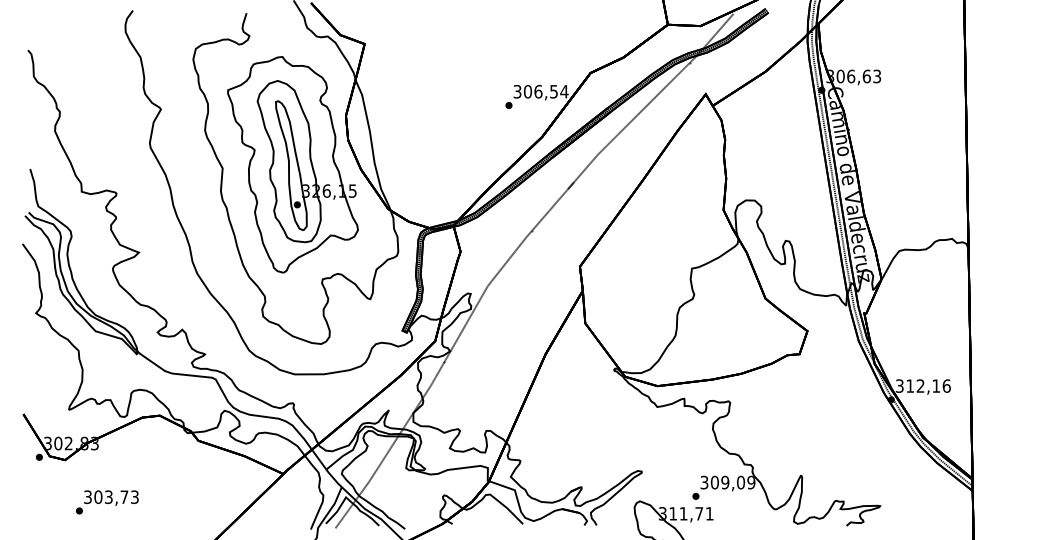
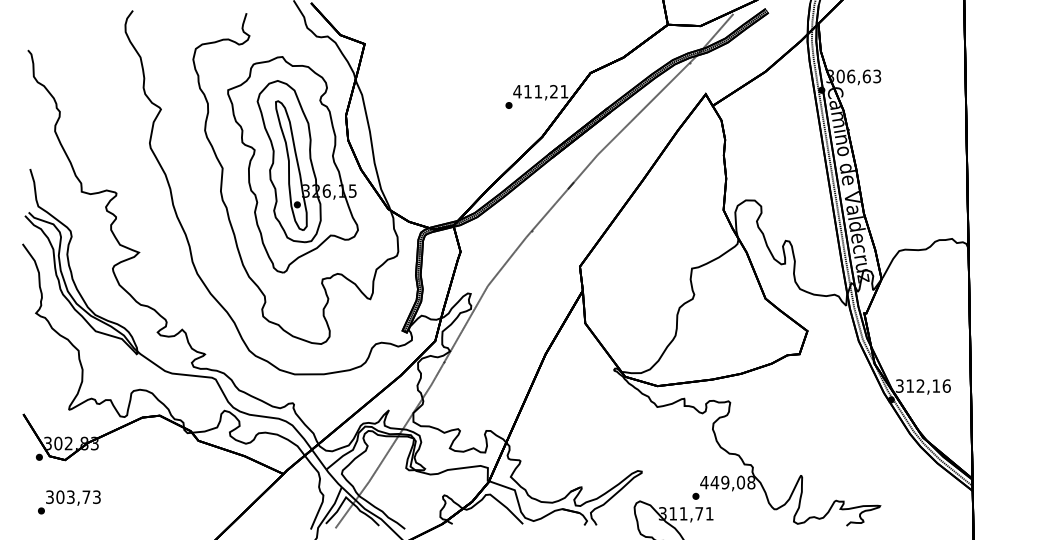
text at (540, 91): 306,54 -> 411,21
text at (727, 482): 309,09 -> 449,08
text at (107, 502) position: (107, 502) -> (69, 502)
